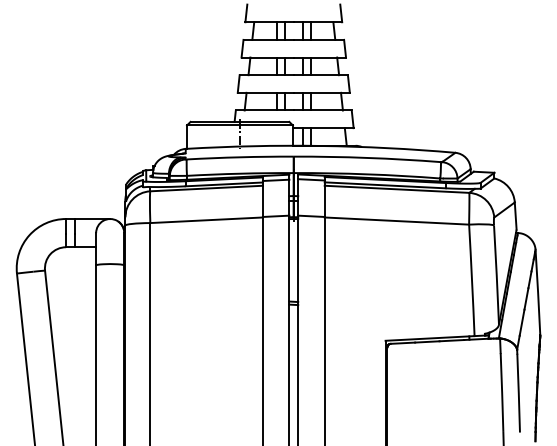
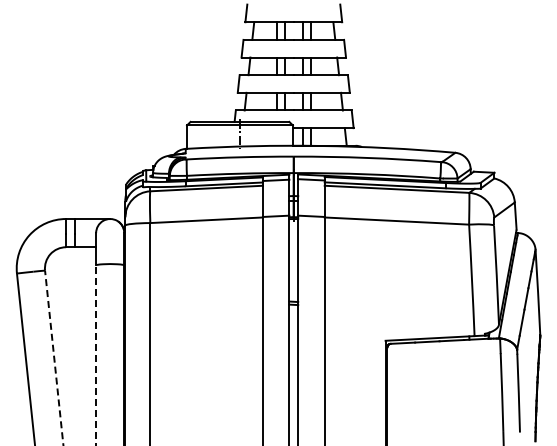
line at (96, 355): solid -> dashed
line at (54, 358): solid -> dashed
